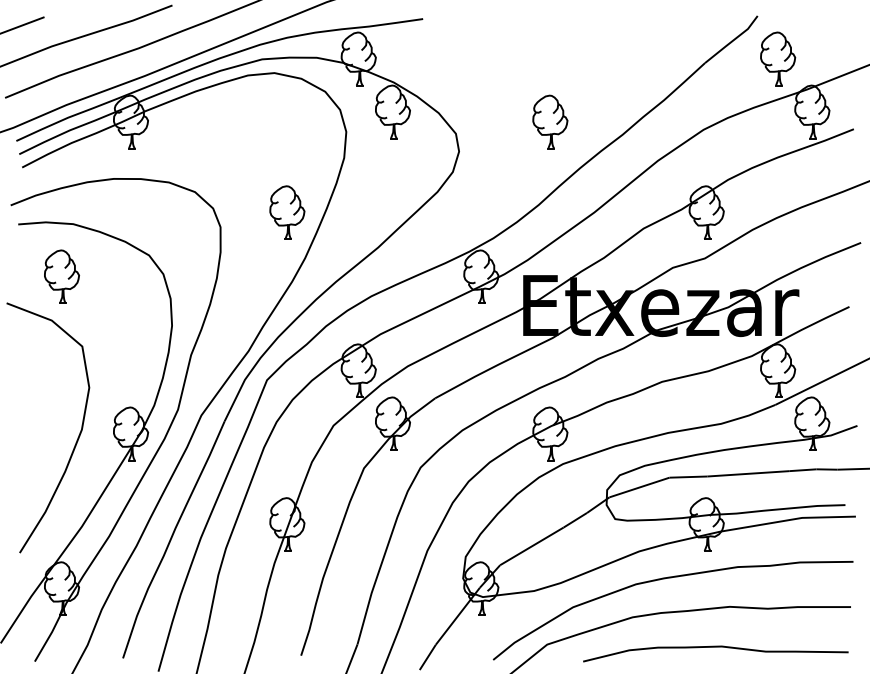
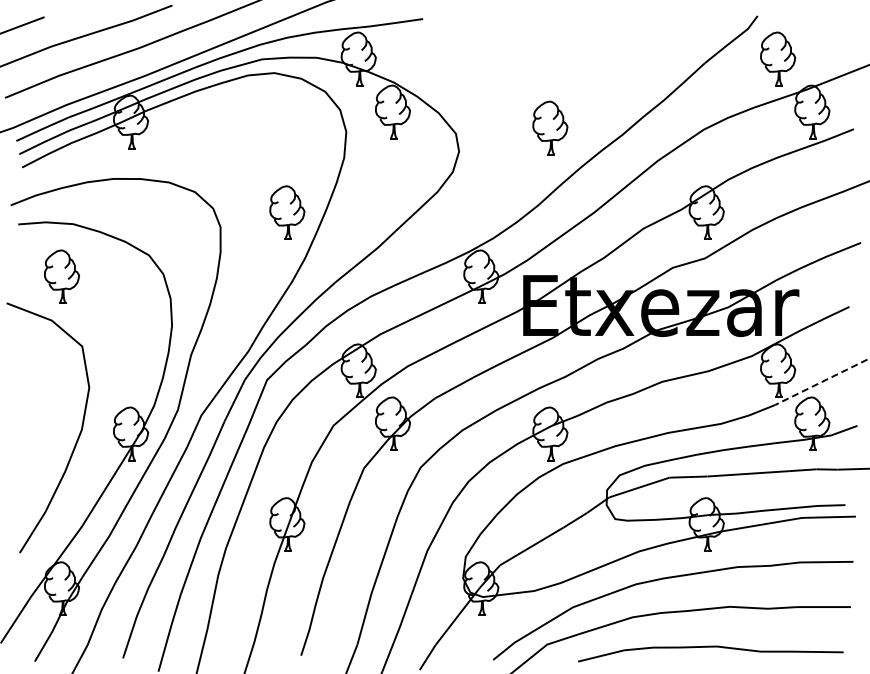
part at (550, 121) position: (550, 121) -> (550, 127)
line at (821, 382): solid -> dashed
curve at (715, 647) position: (715, 647) -> (710, 647)
